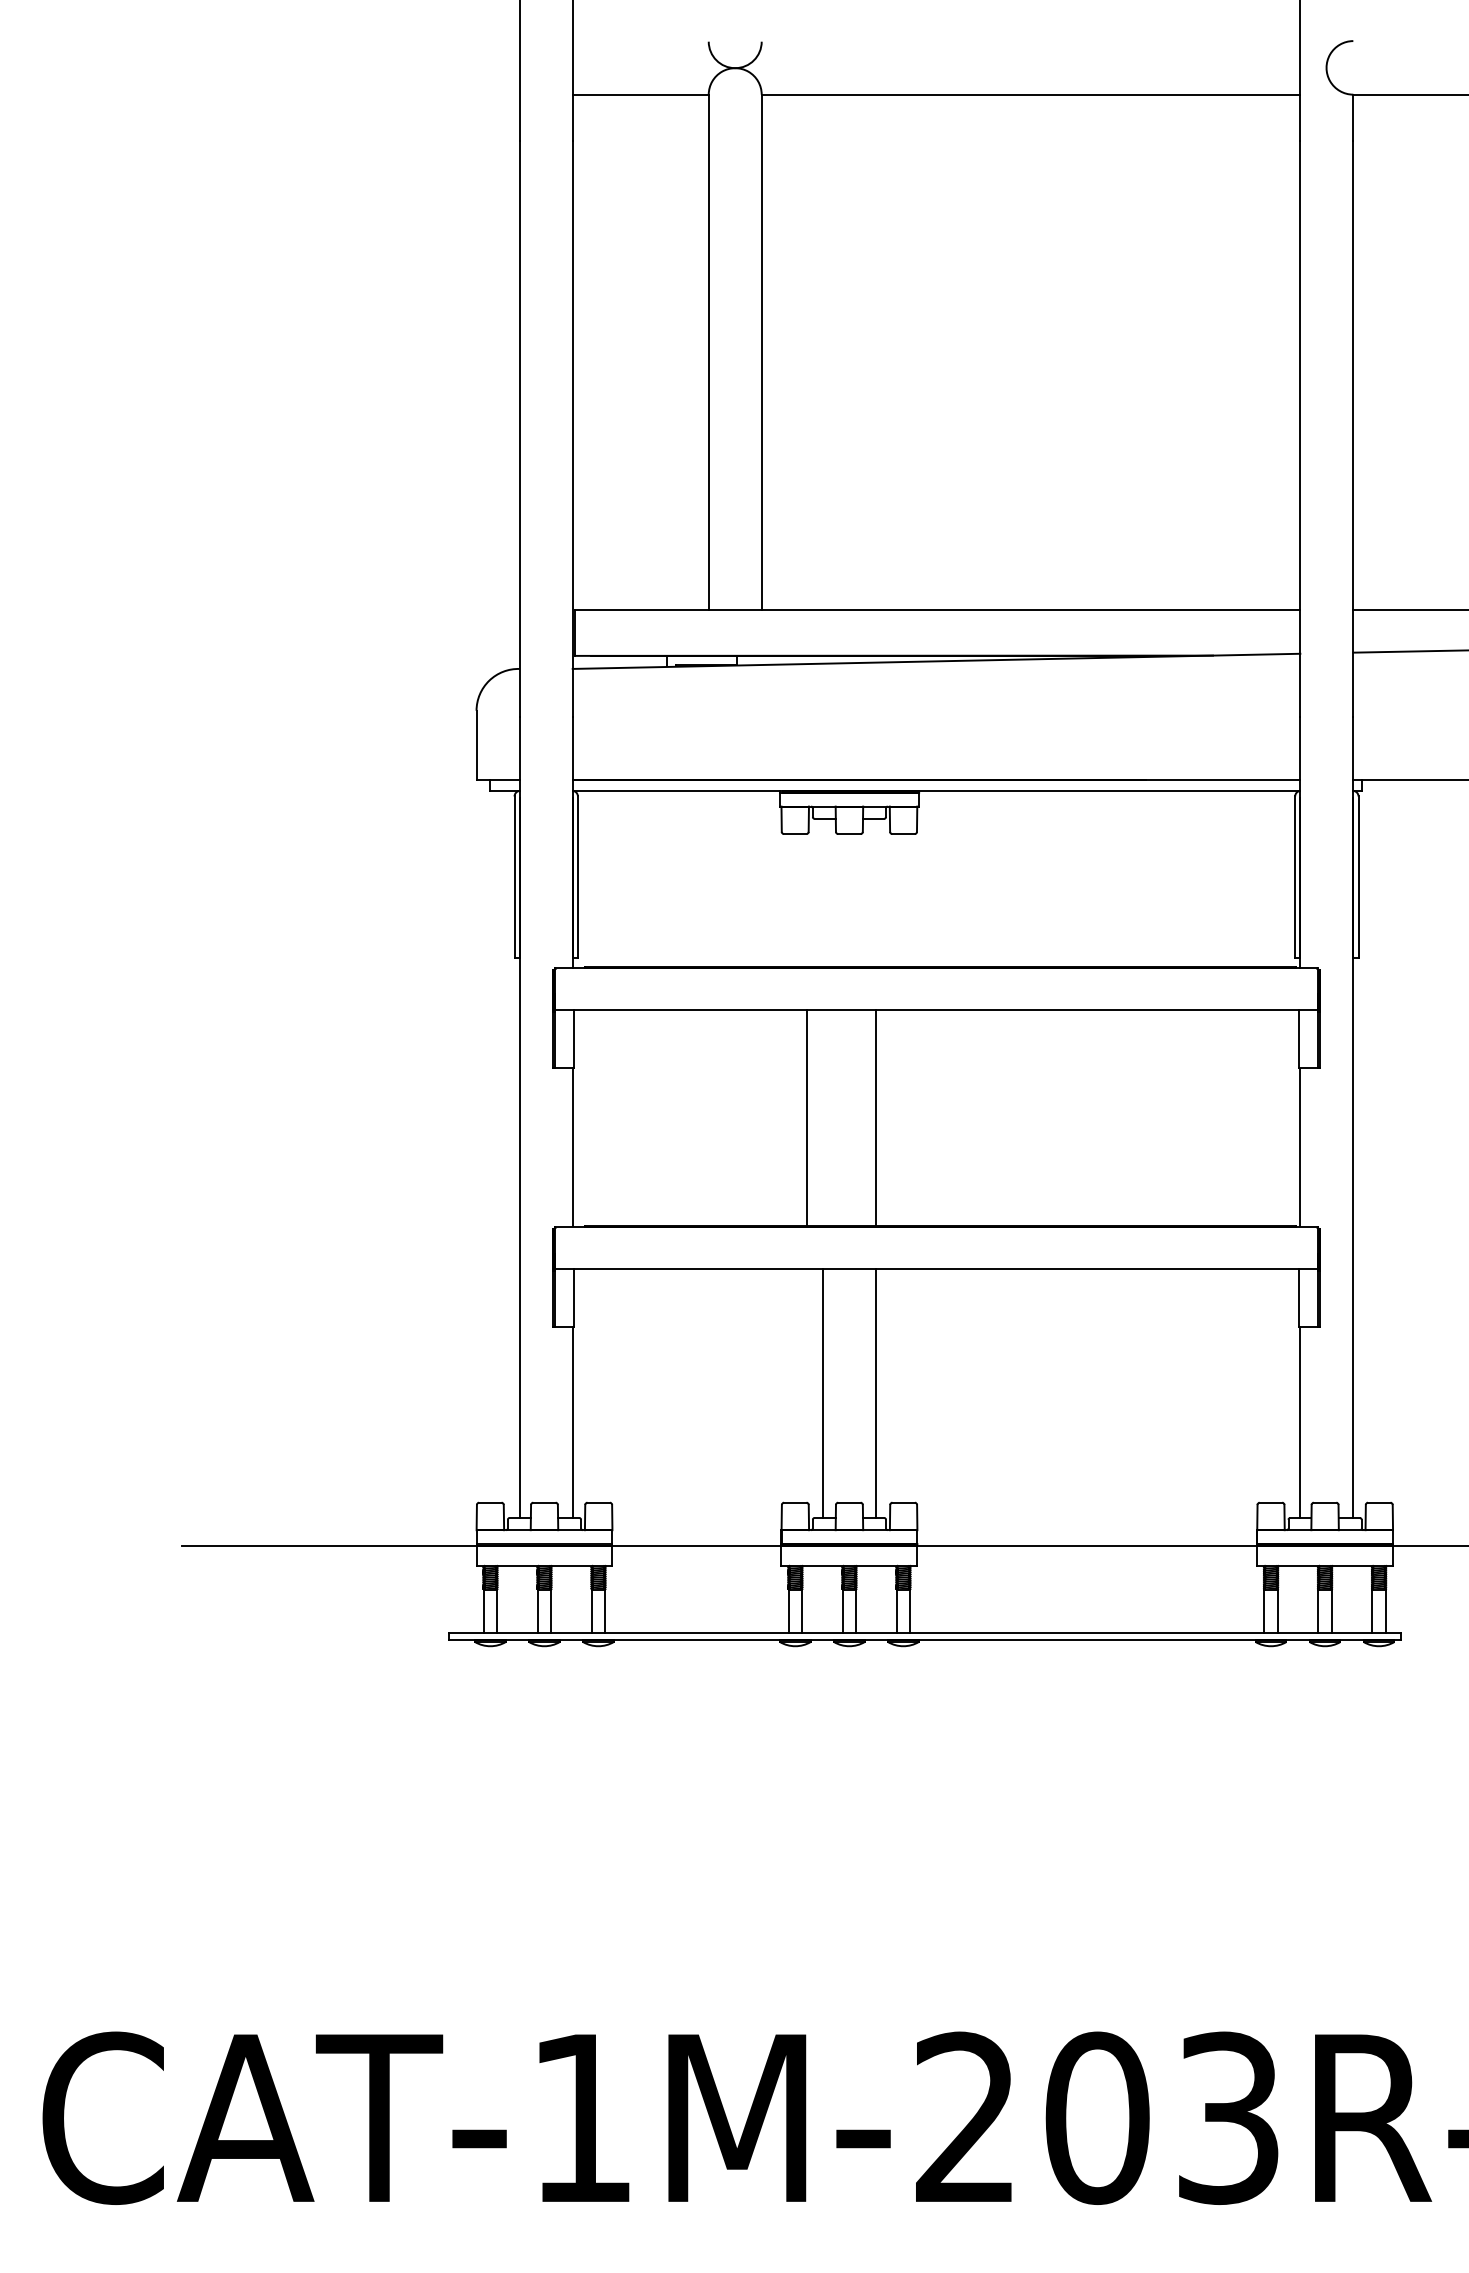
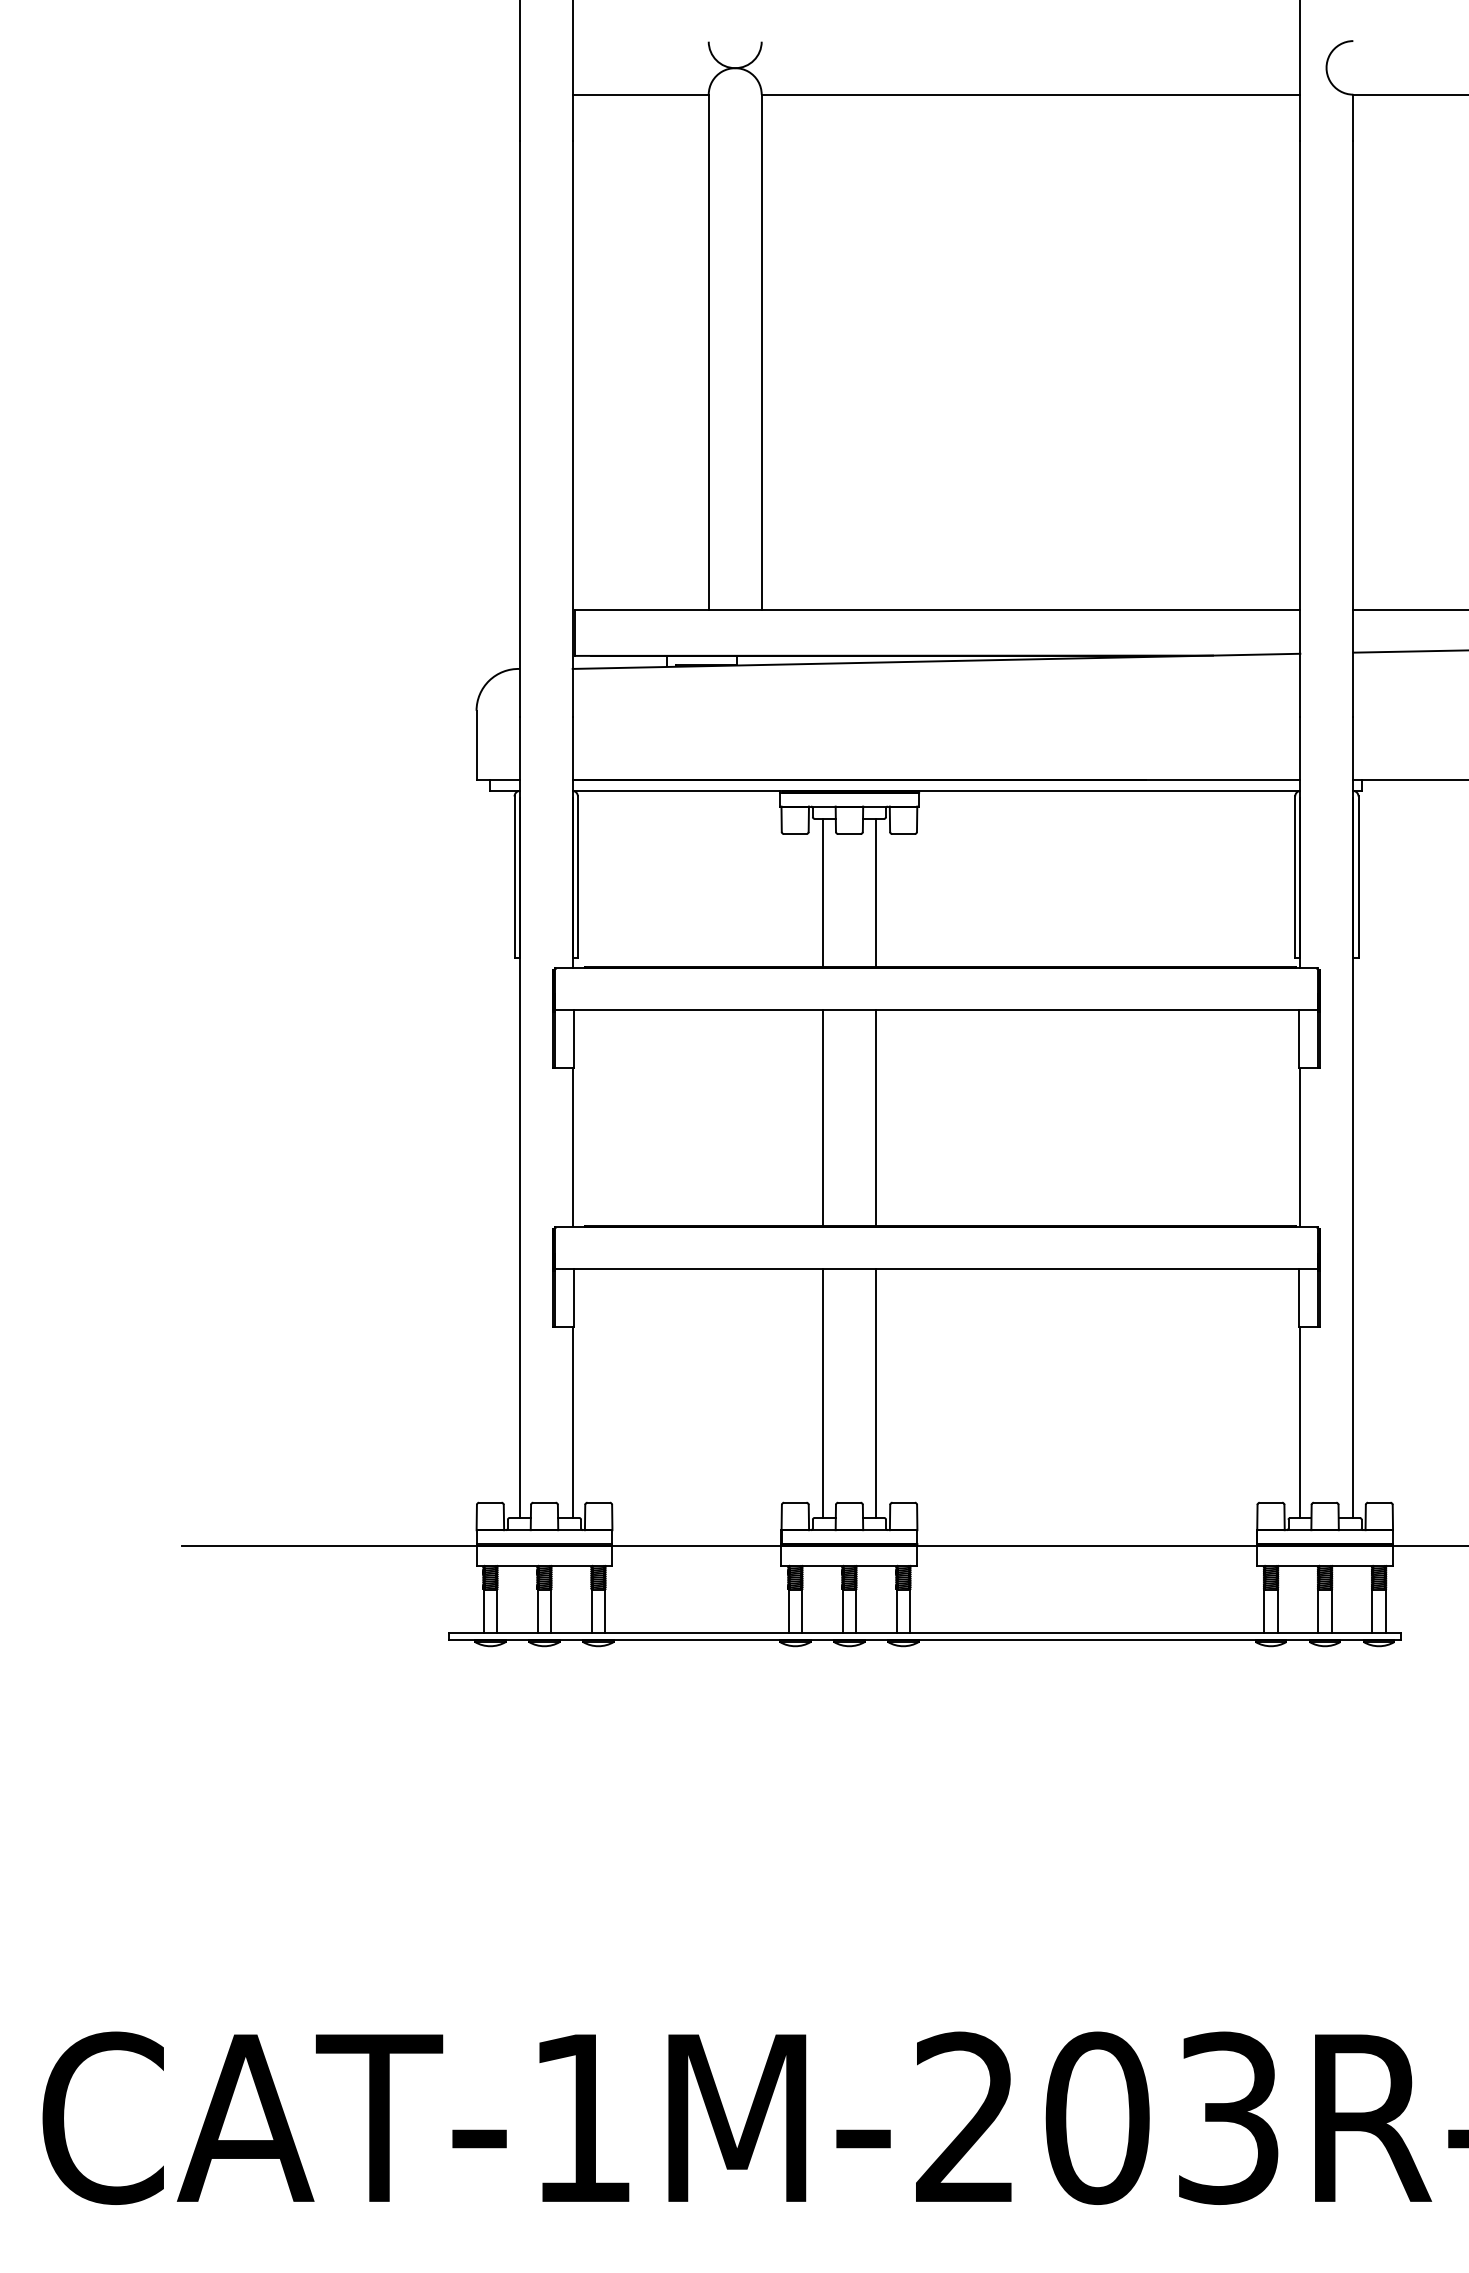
line at (822, 892): none -> present
line at (875, 893): none -> present
line at (806, 1118) position: (806, 1118) -> (822, 1118)
